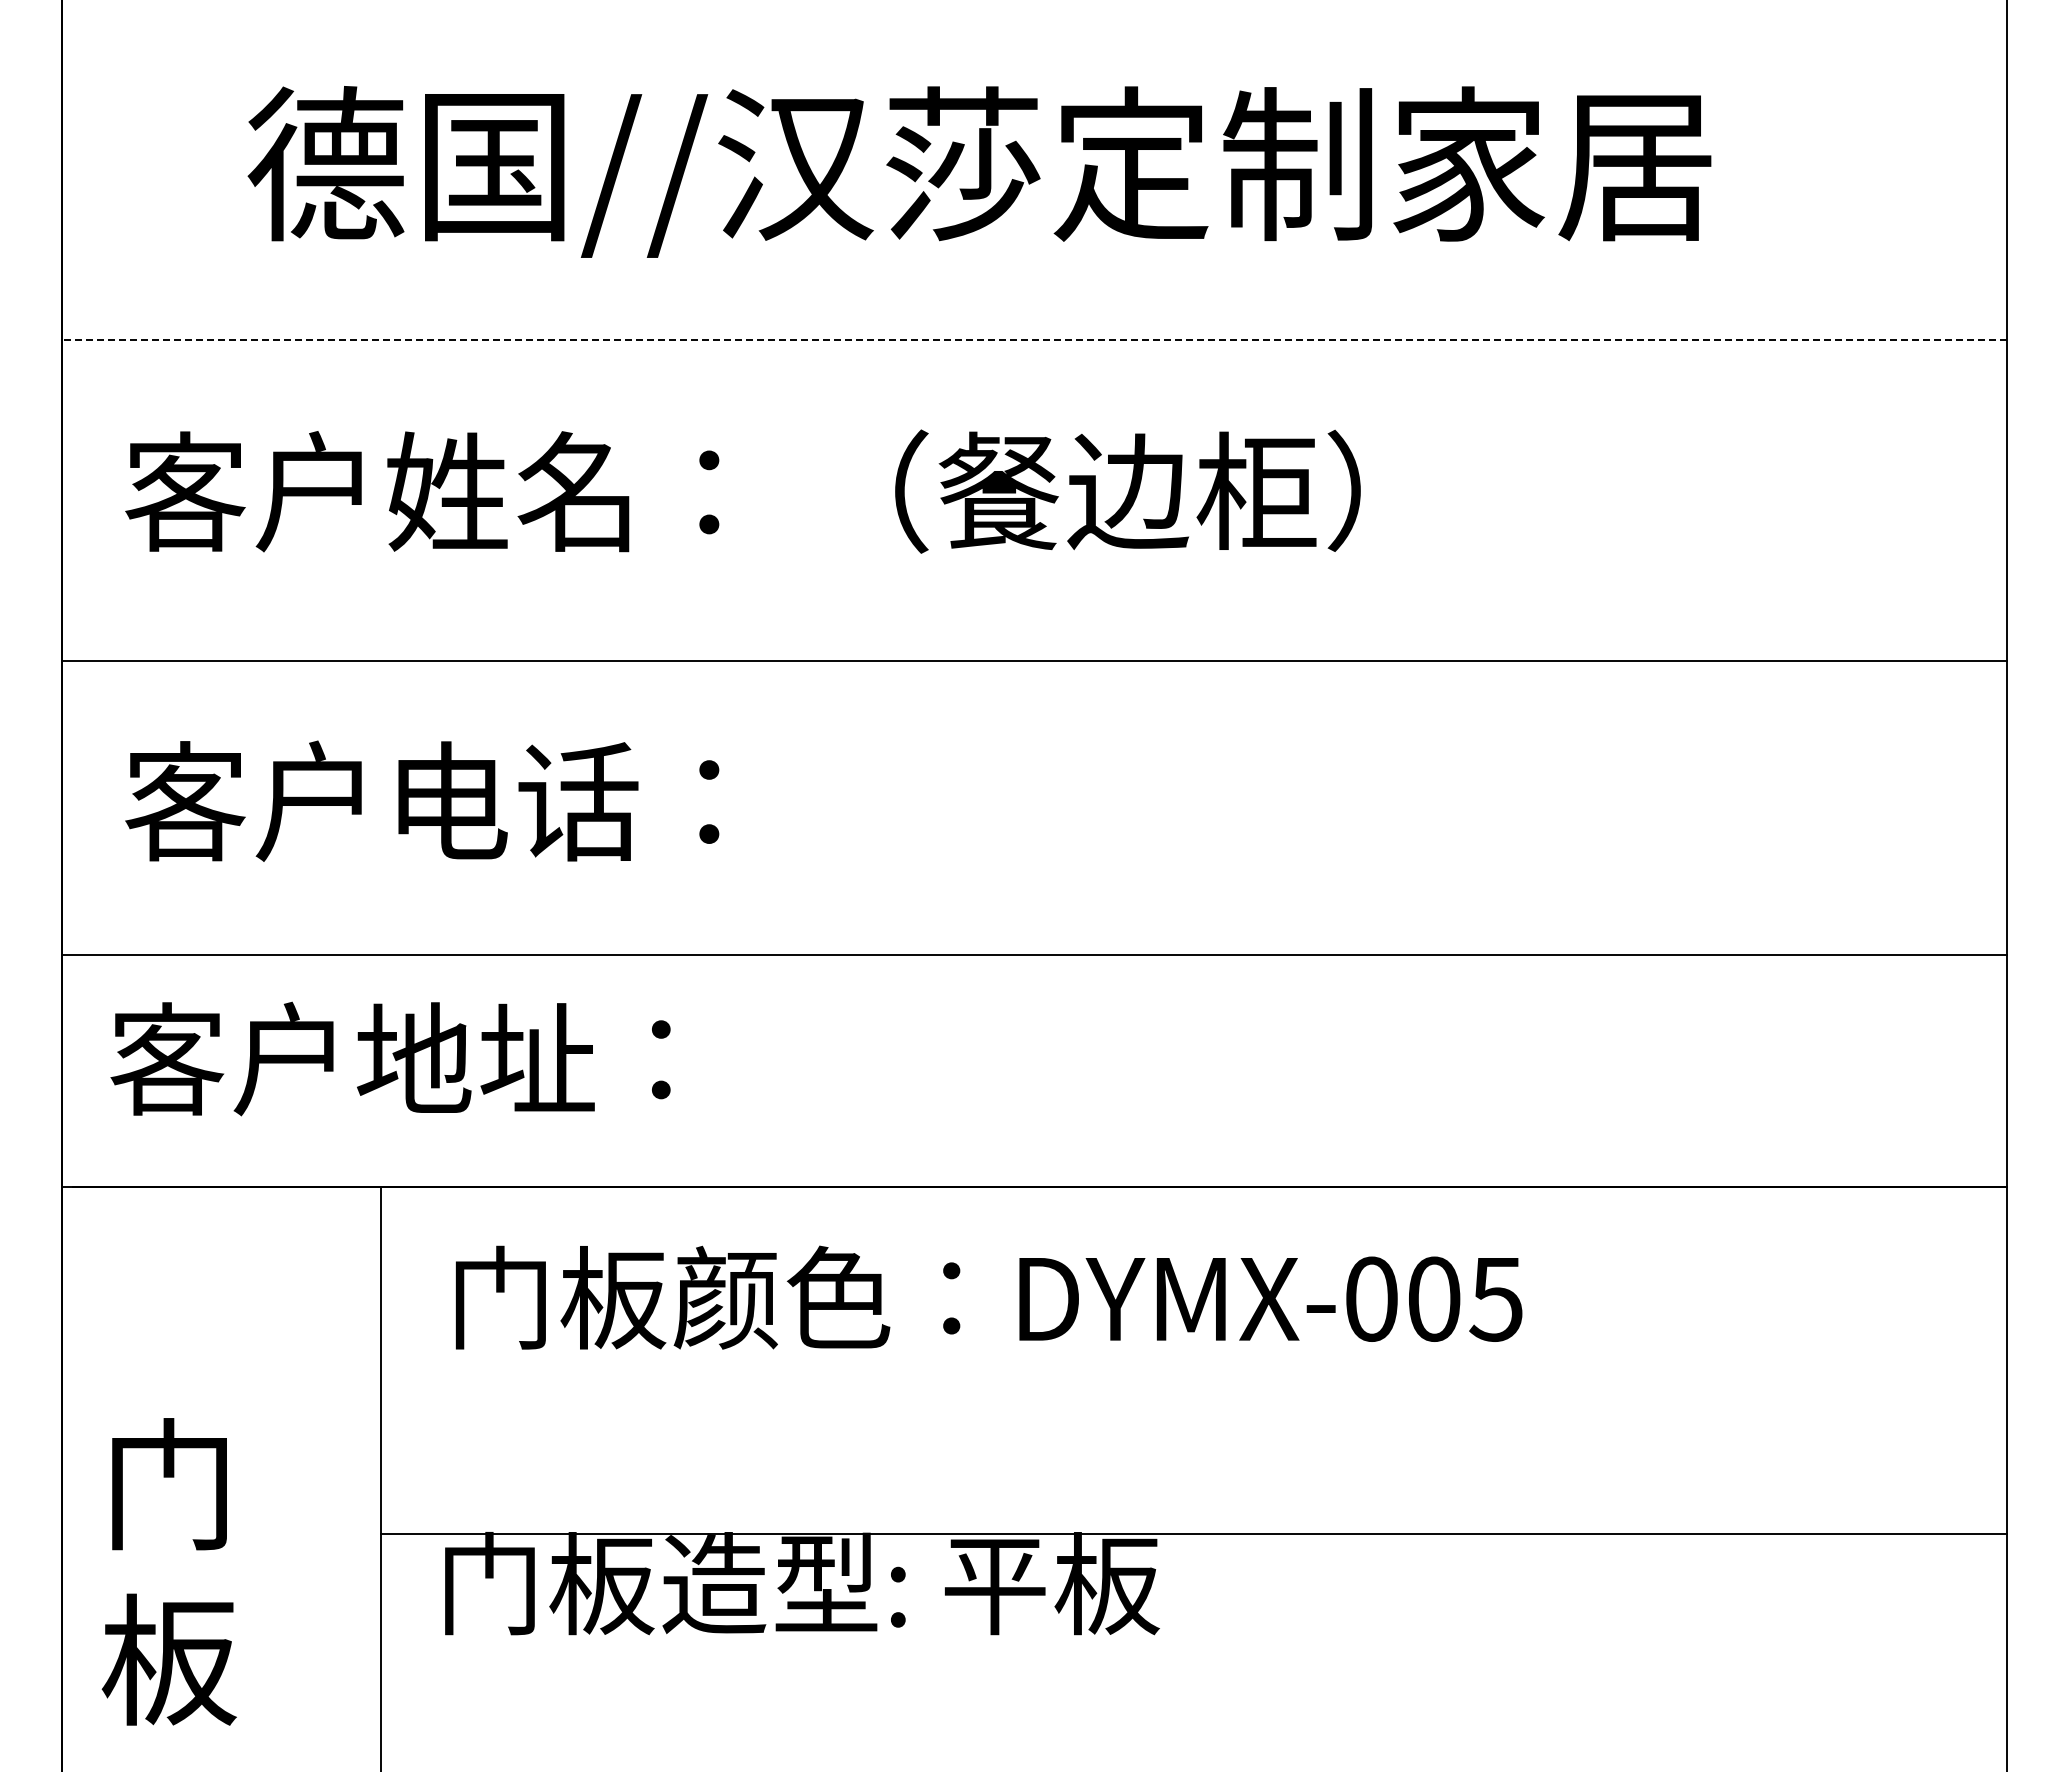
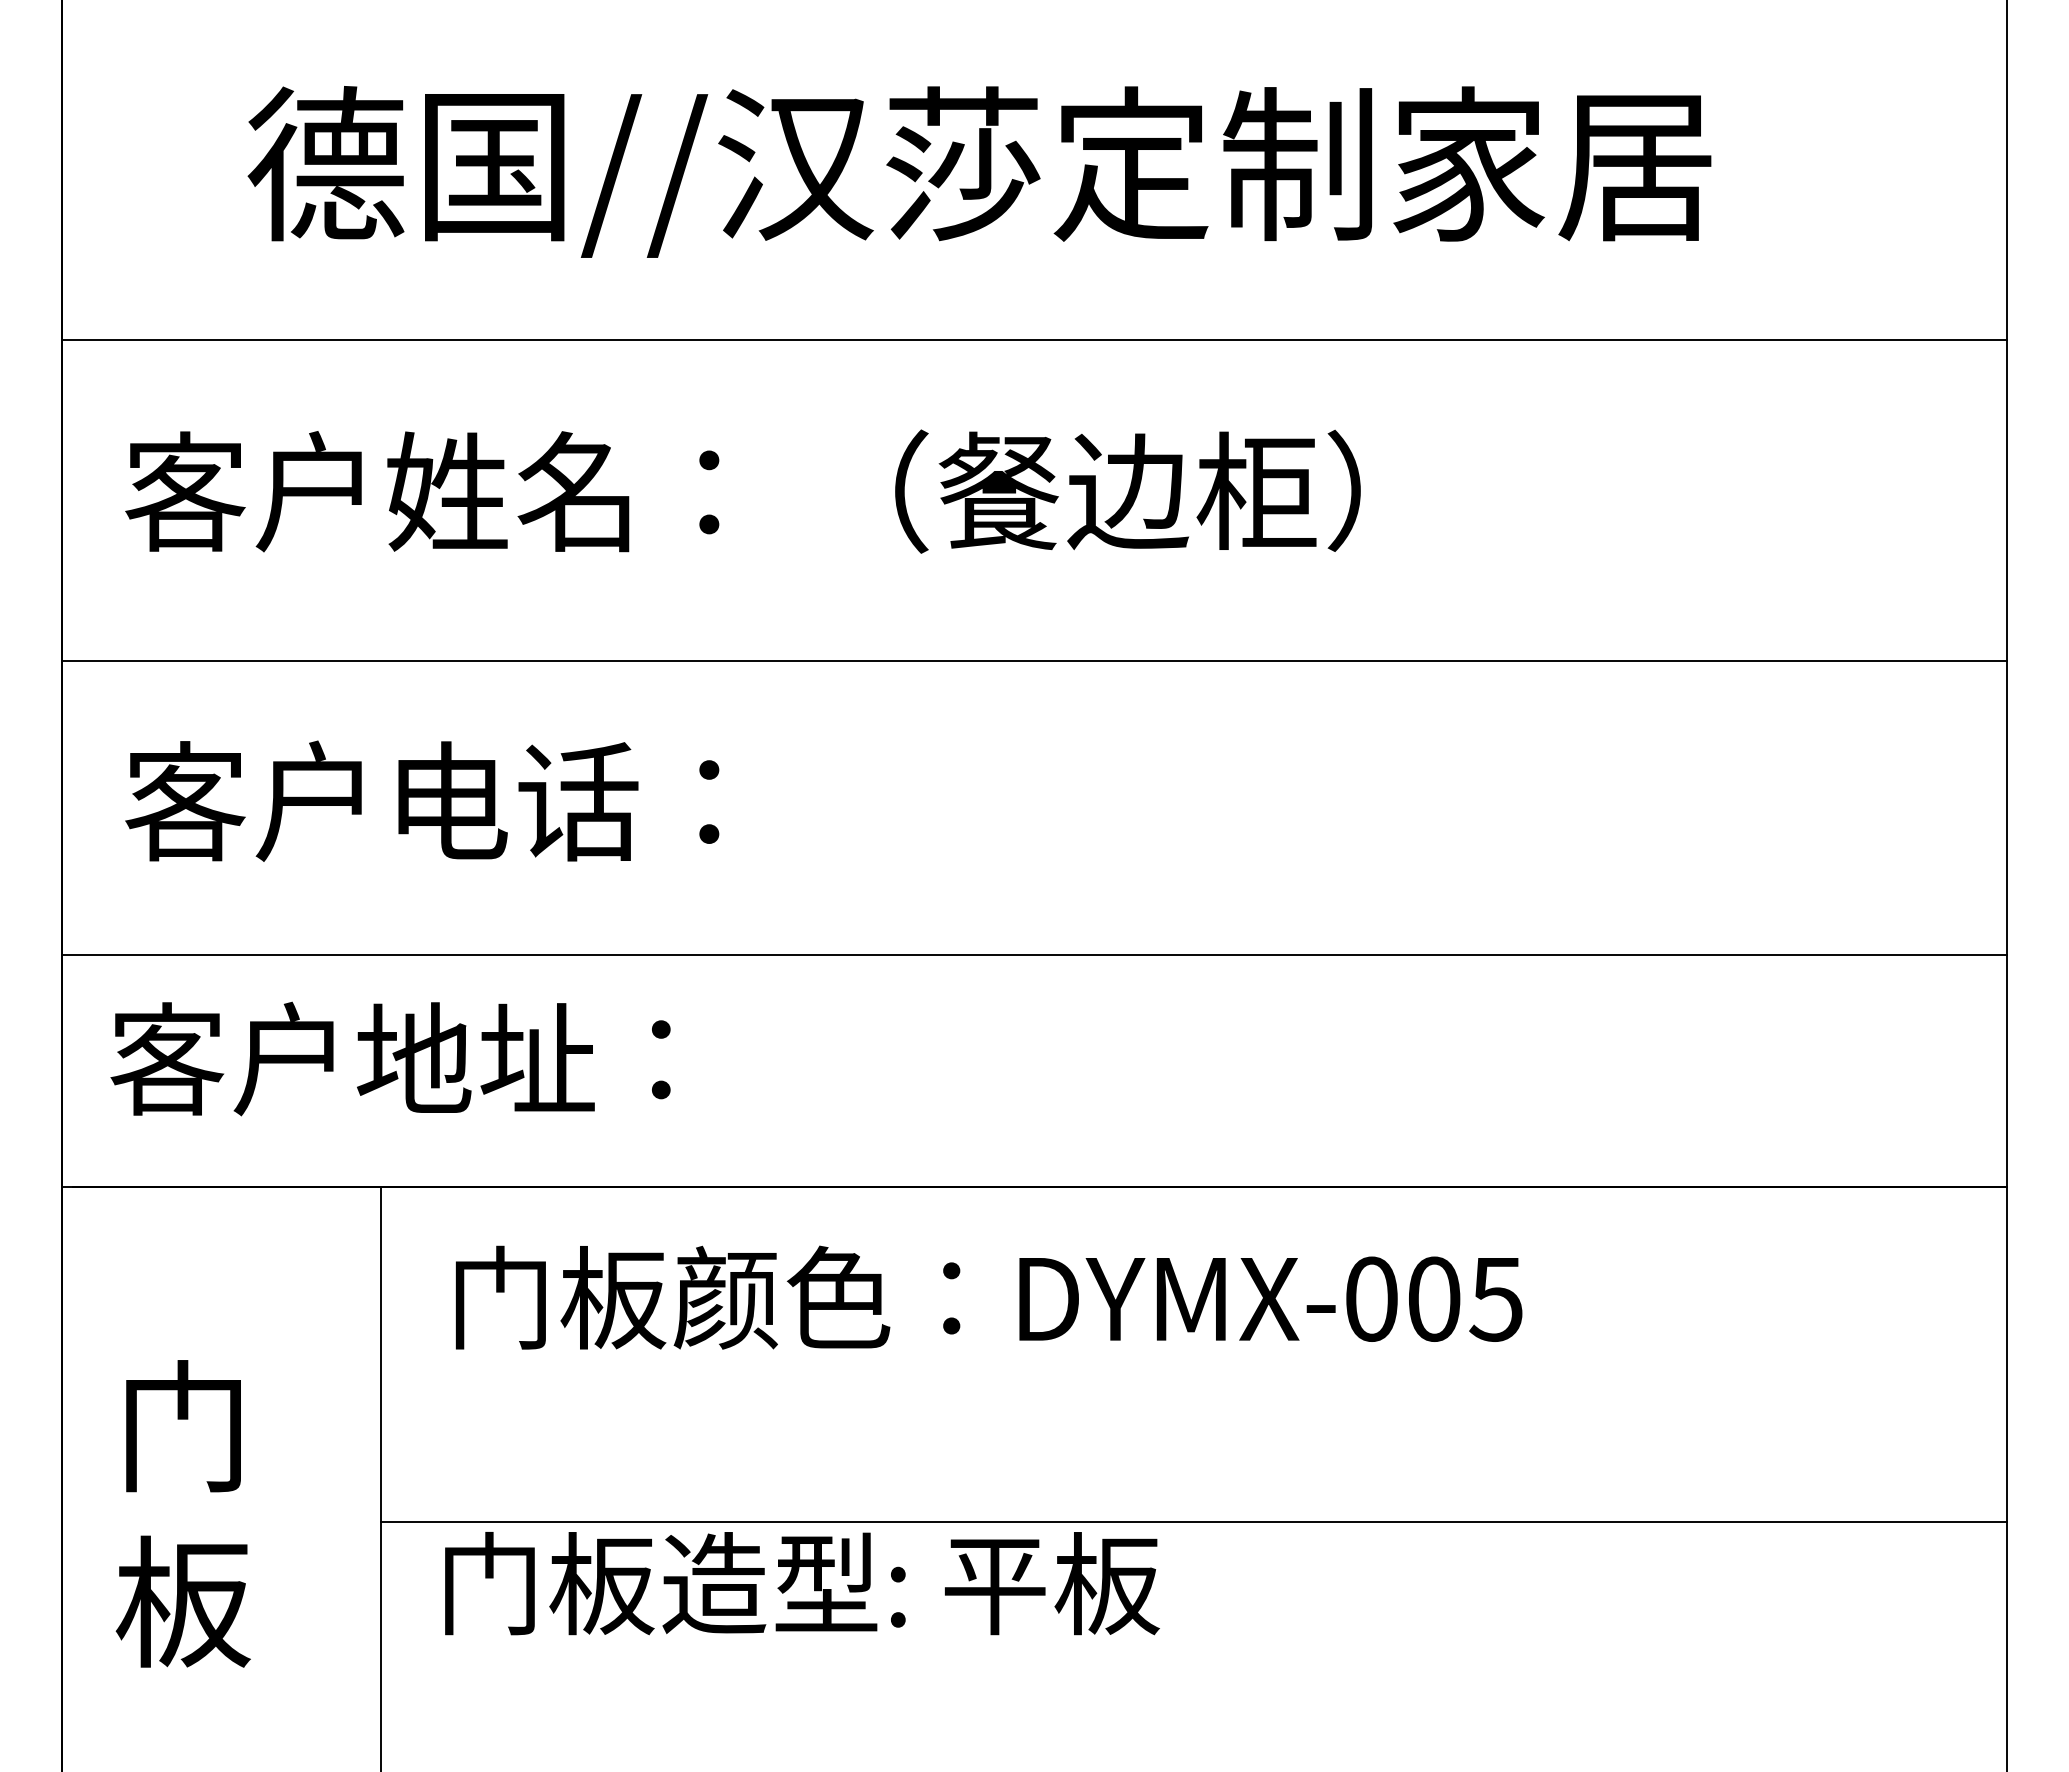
line at (1034, 339): dashed -> solid
line at (1193, 1533) position: (1193, 1533) -> (1193, 1521)
text at (168, 1571) position: (168, 1571) -> (182, 1513)
